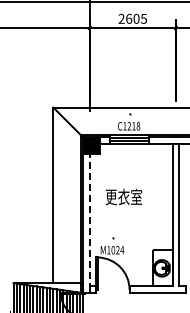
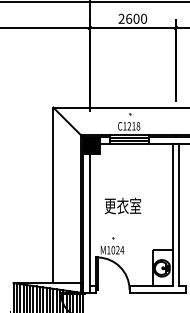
text at (143, 18): 2605 -> 2600
text at (123, 196) position: (123, 196) -> (122, 205)
line at (89, 221): dashed -> solid
